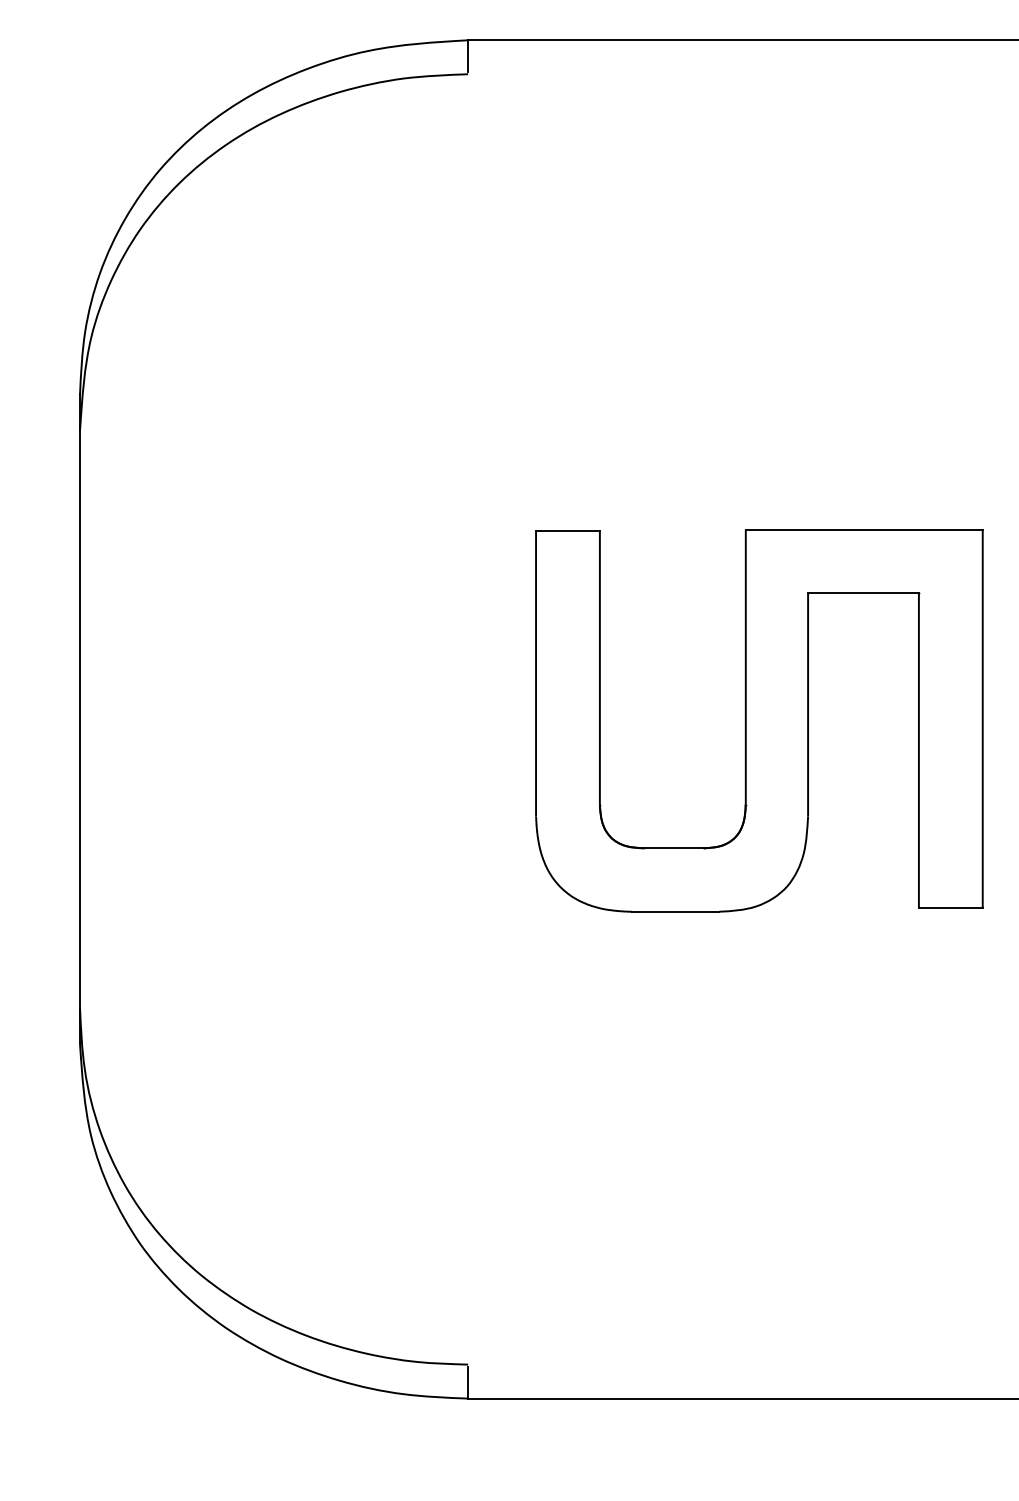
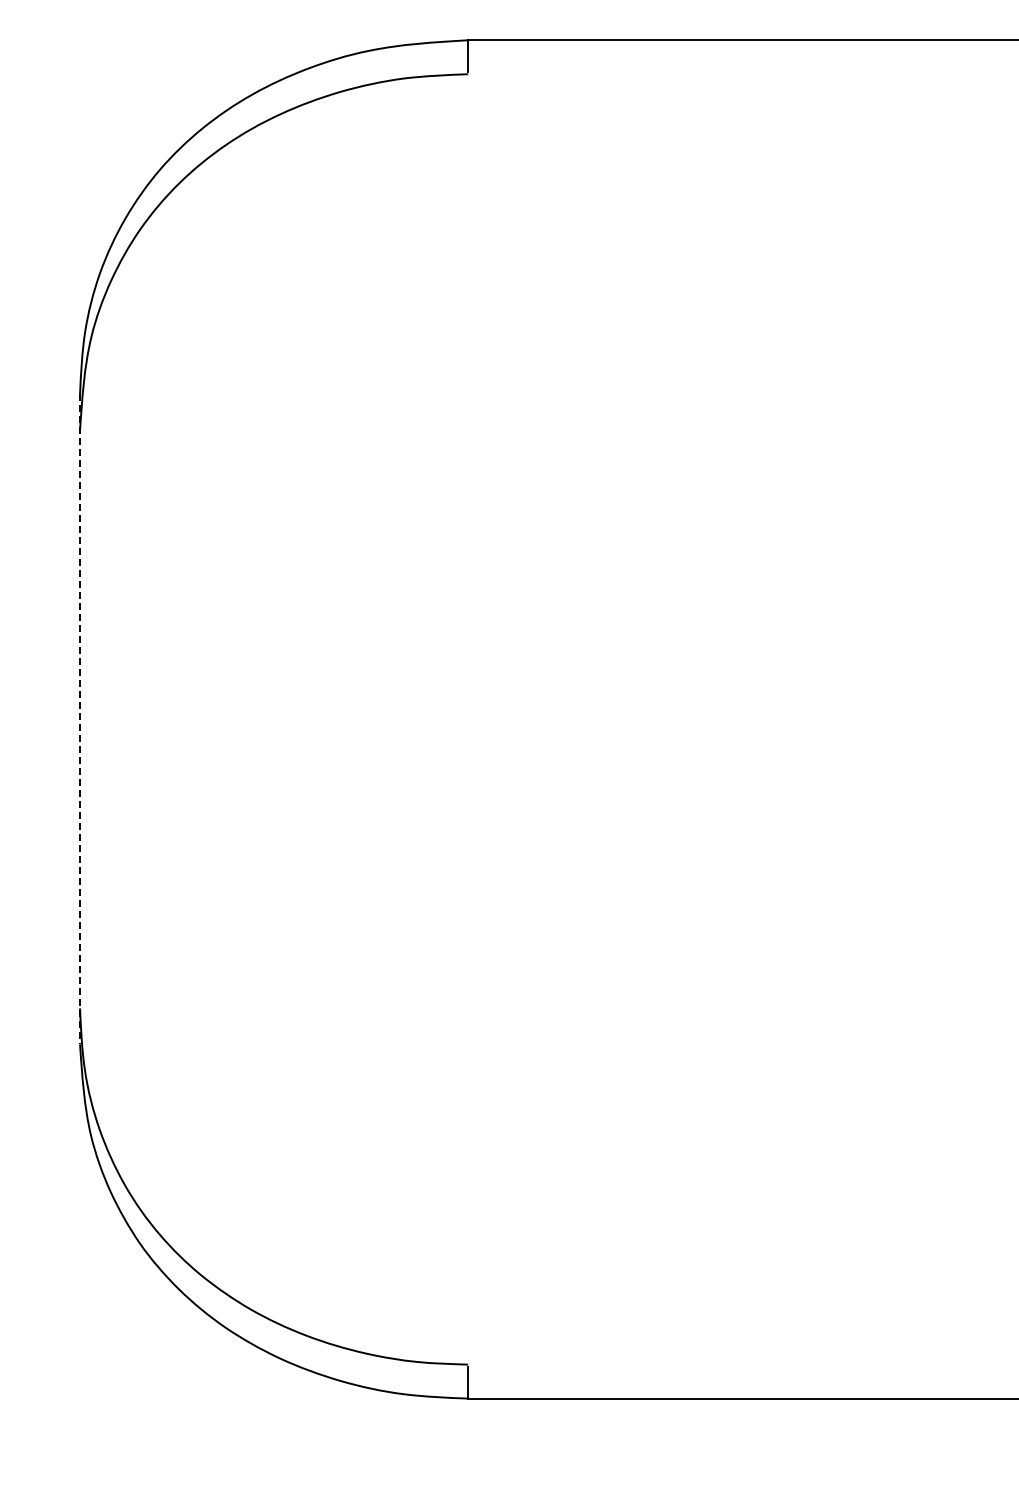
line at (80, 719): solid -> dashed
part at (759, 720): present -> none
